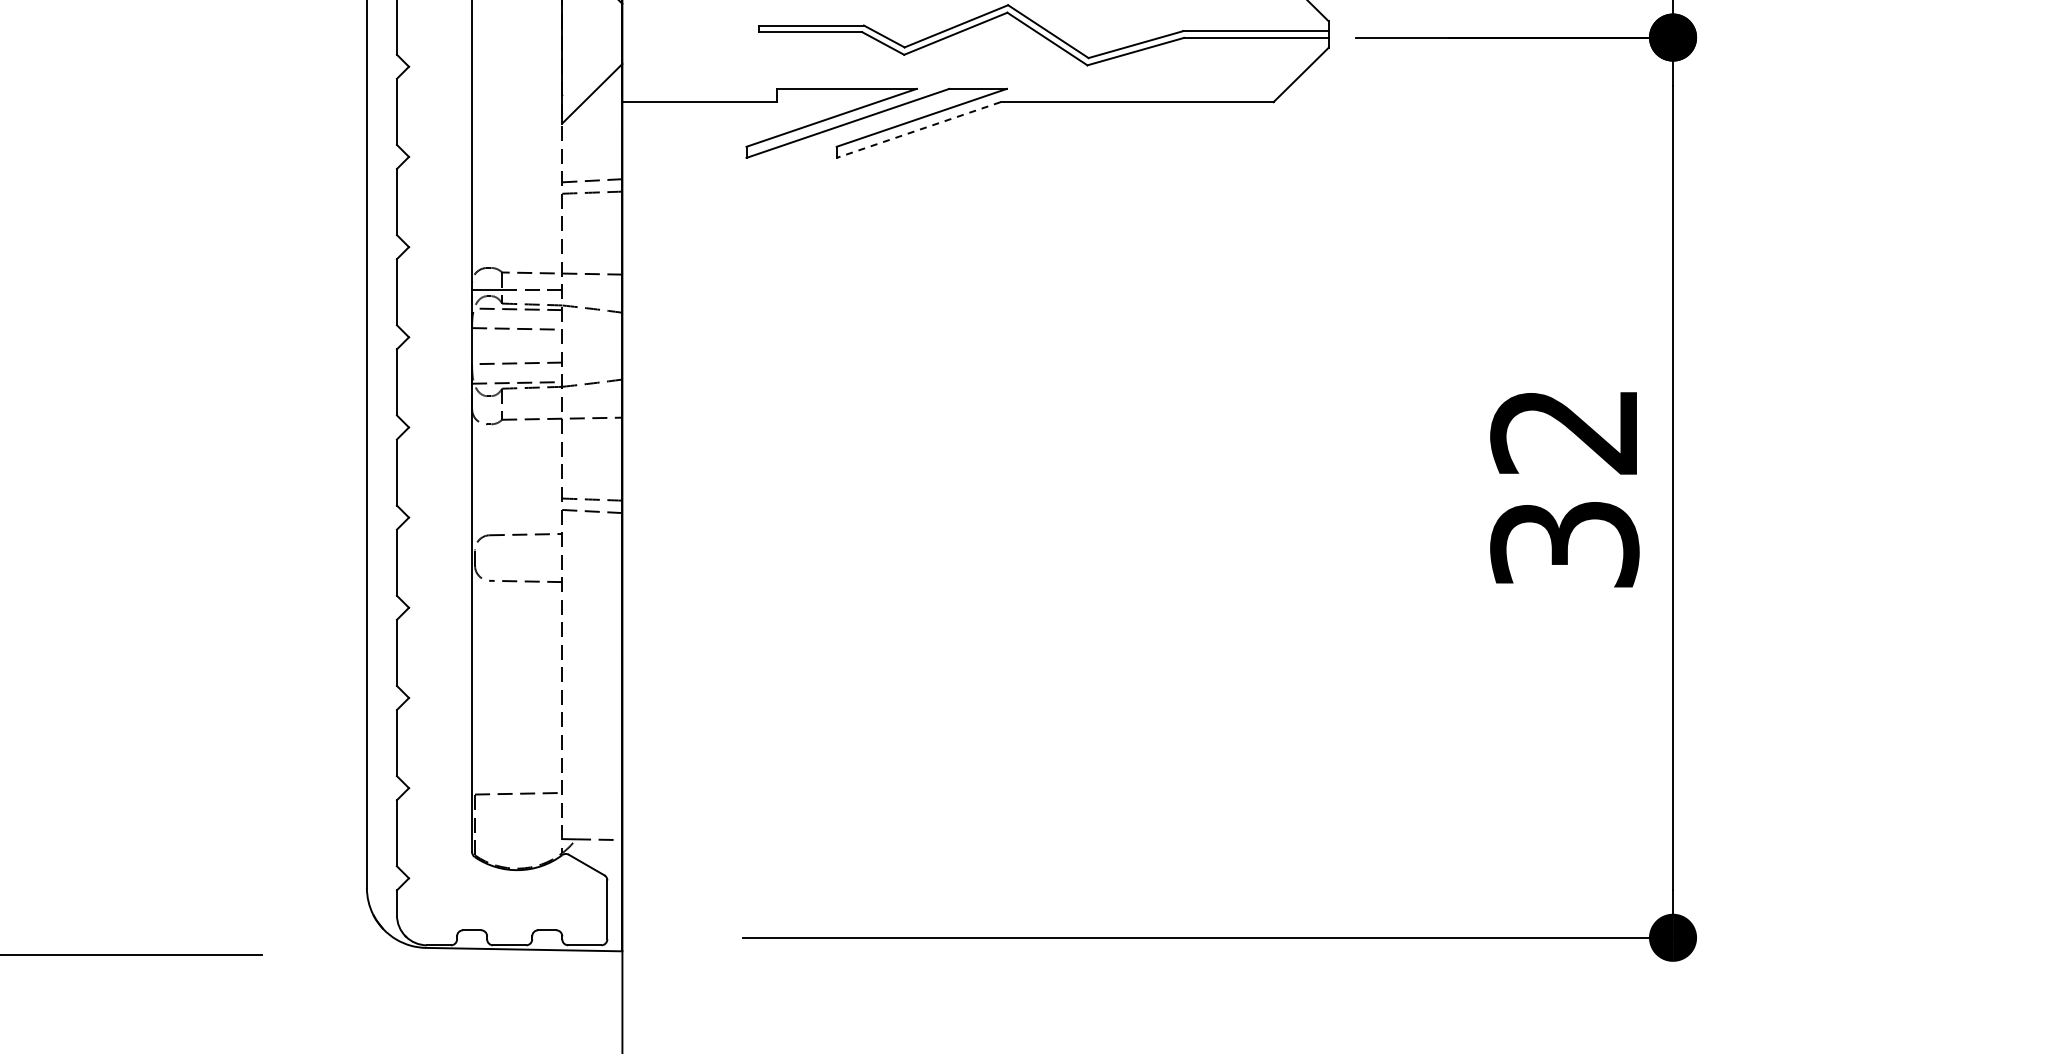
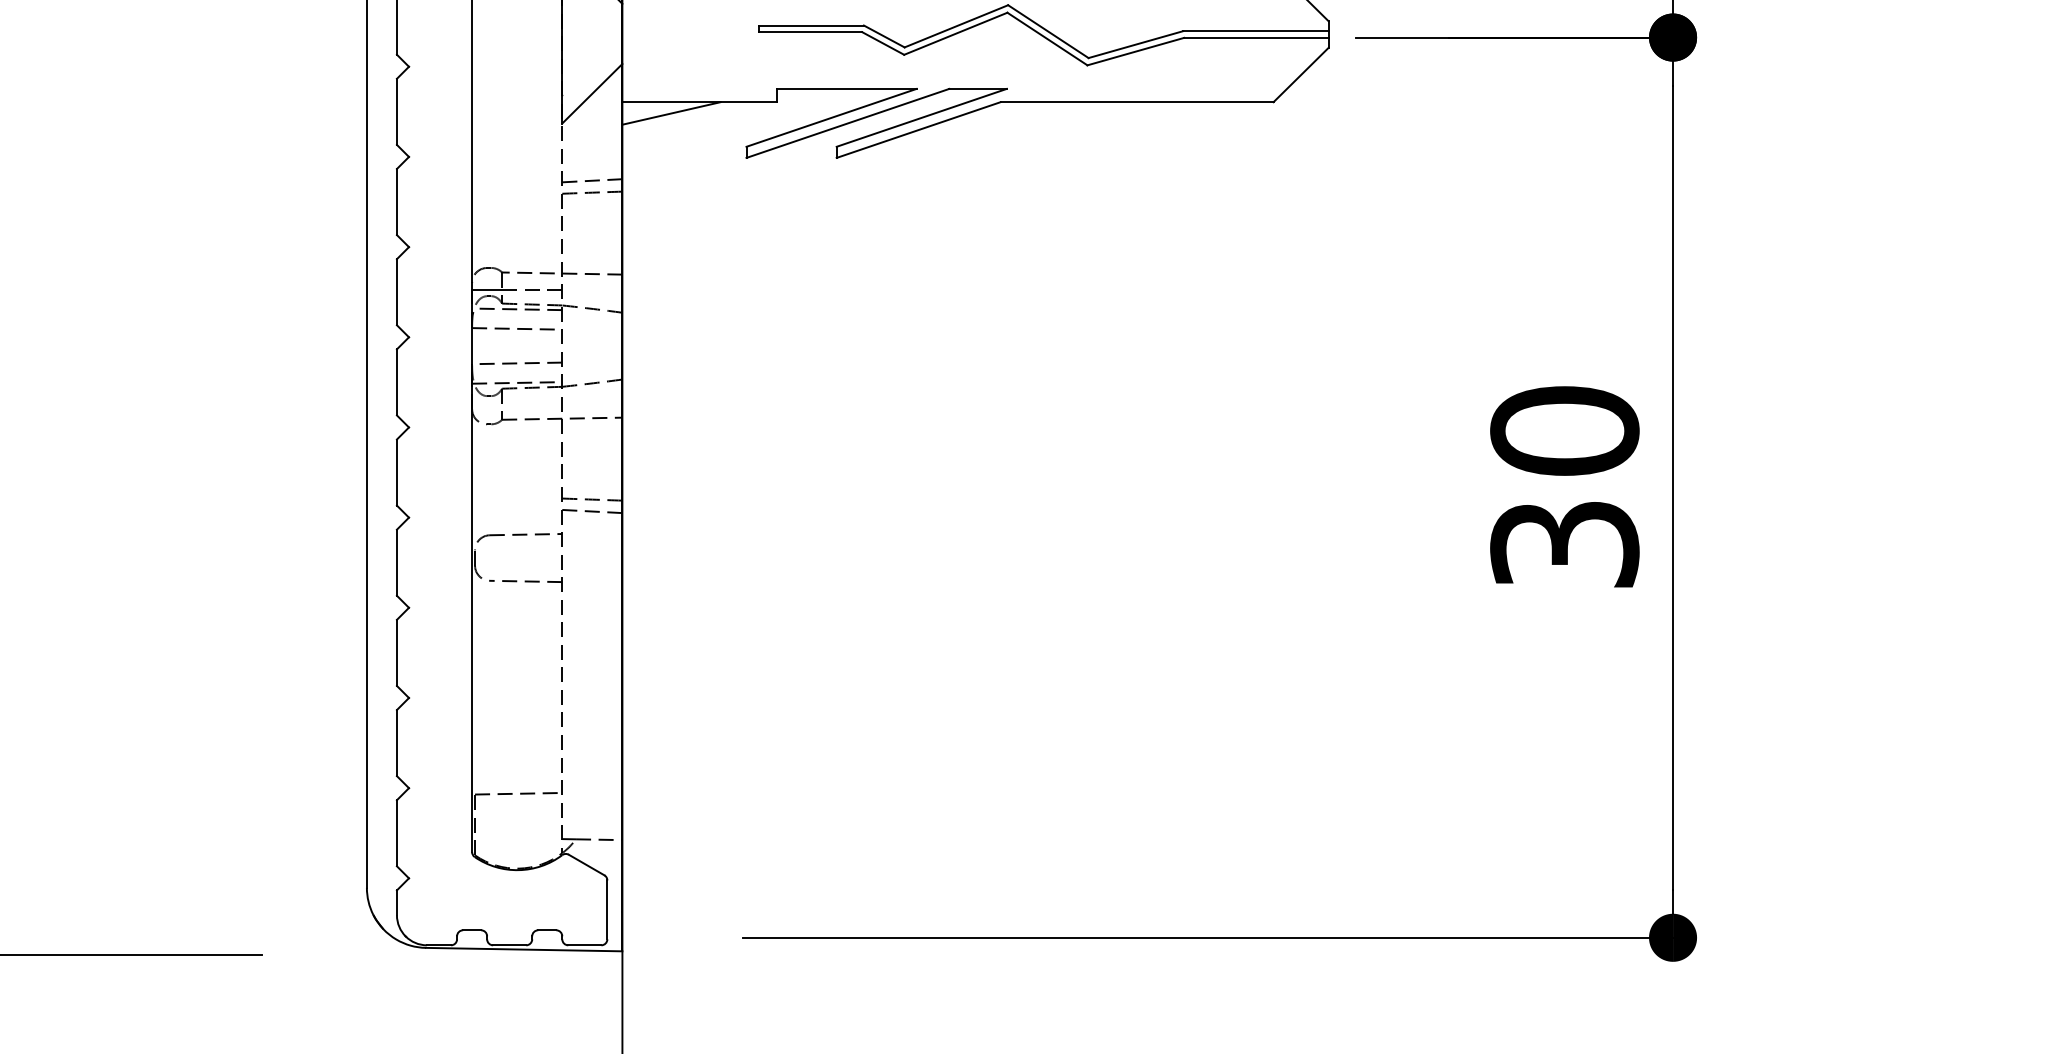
line at (671, 113): none -> present
line at (918, 130): dashed -> solid
text at (1564, 430): 32 -> 30
